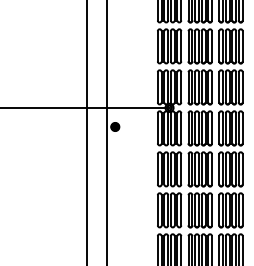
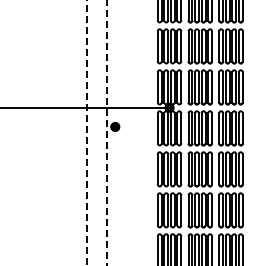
line at (86, 132): solid -> dashed
line at (107, 133): solid -> dashed
